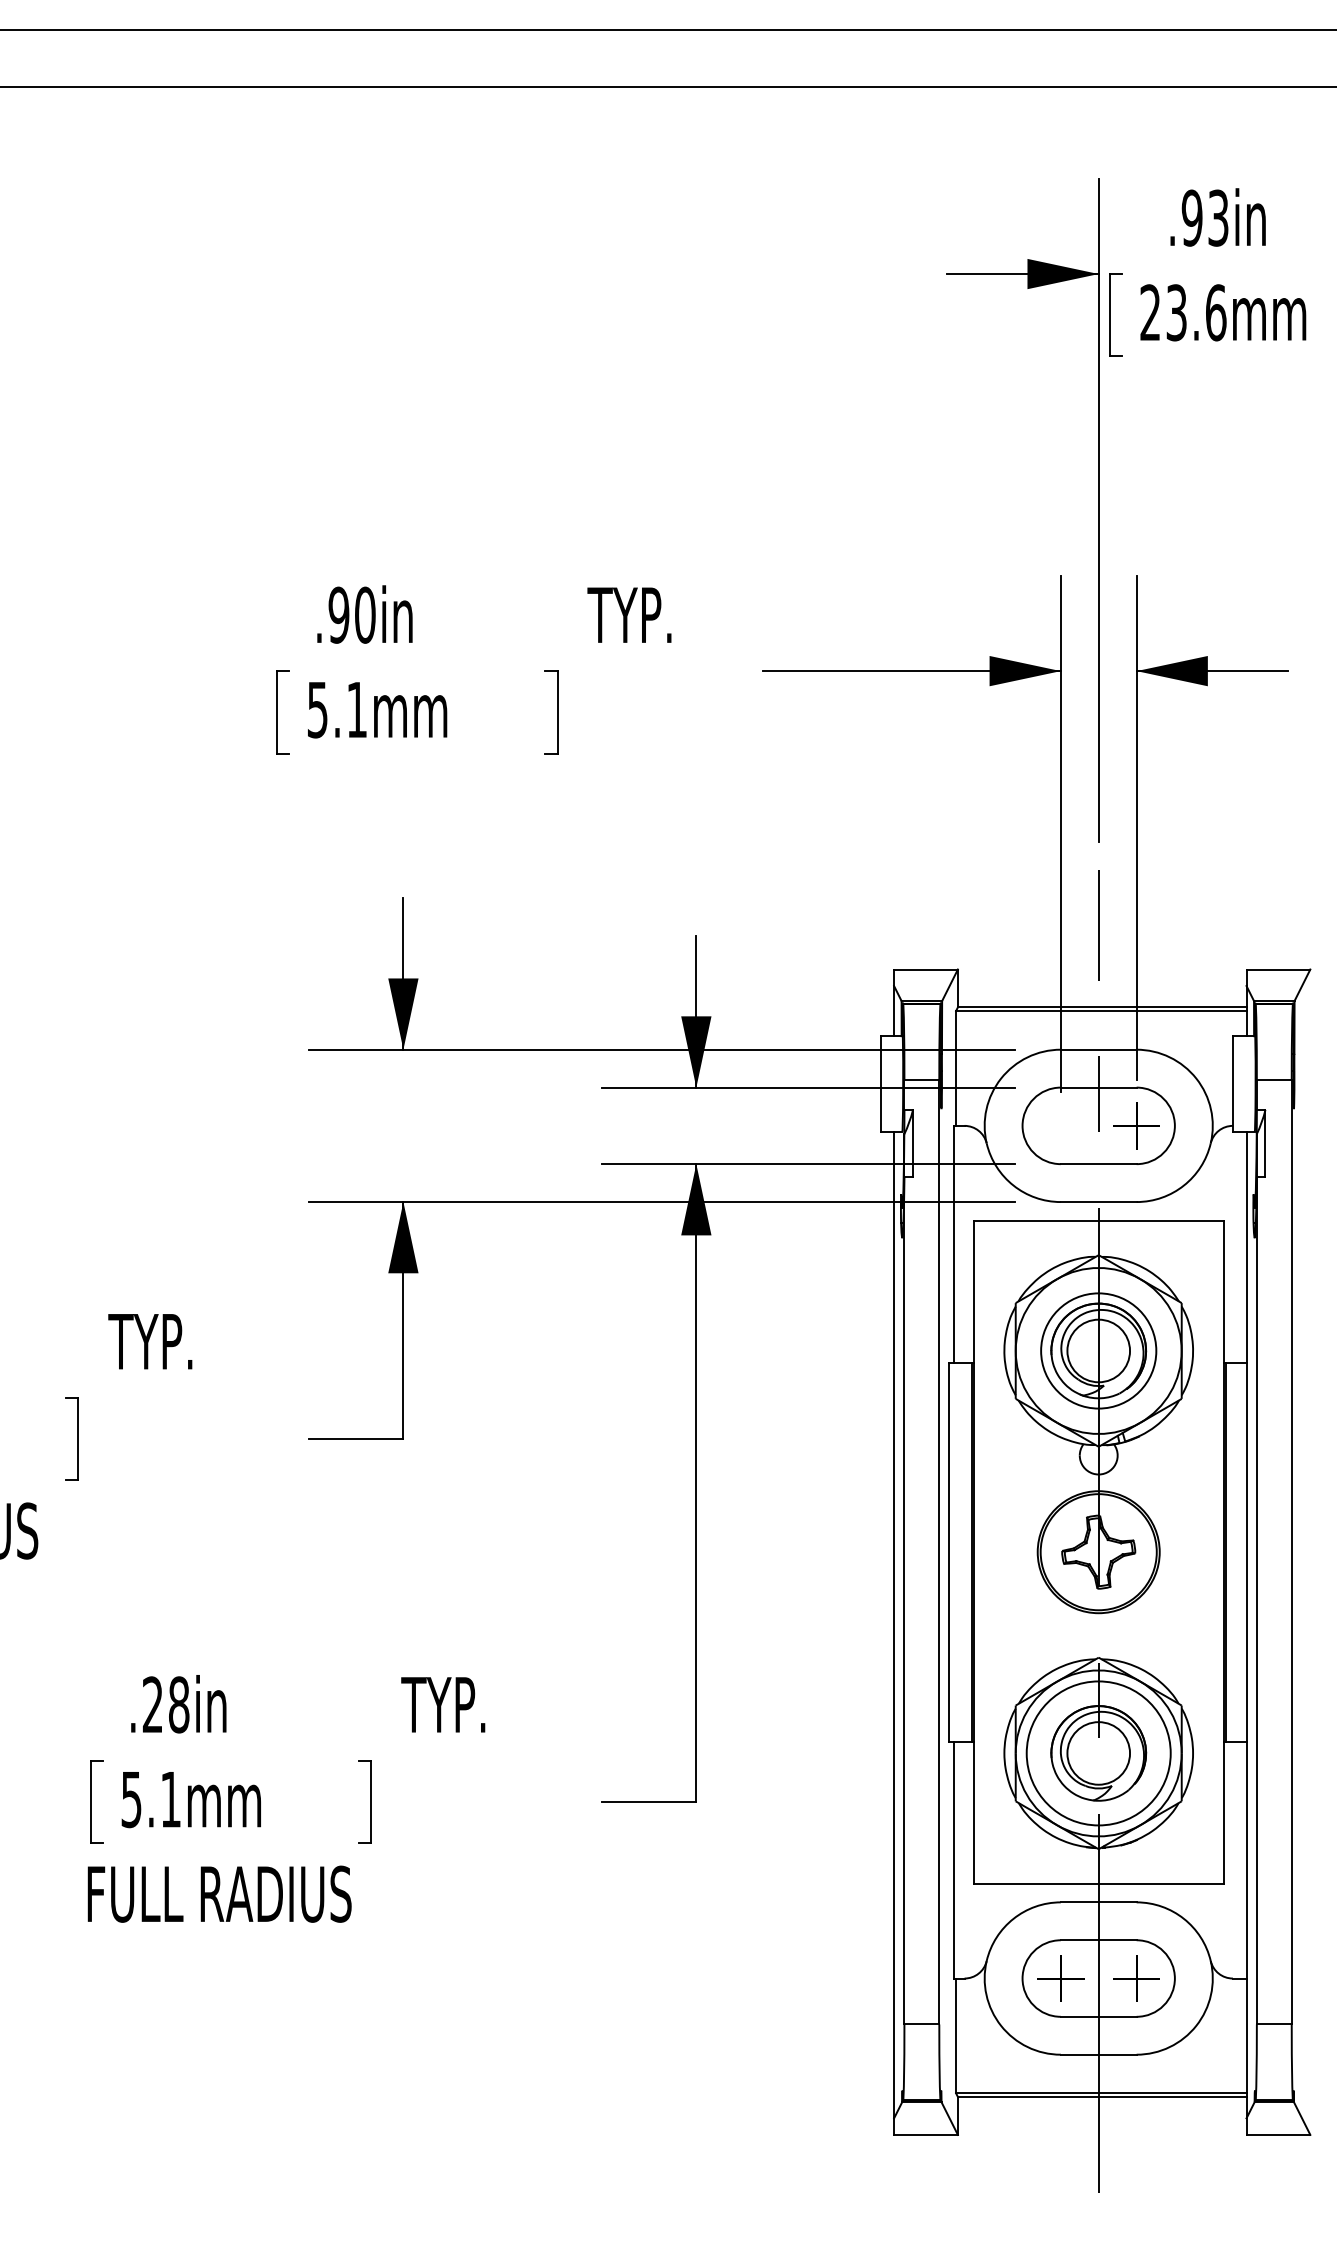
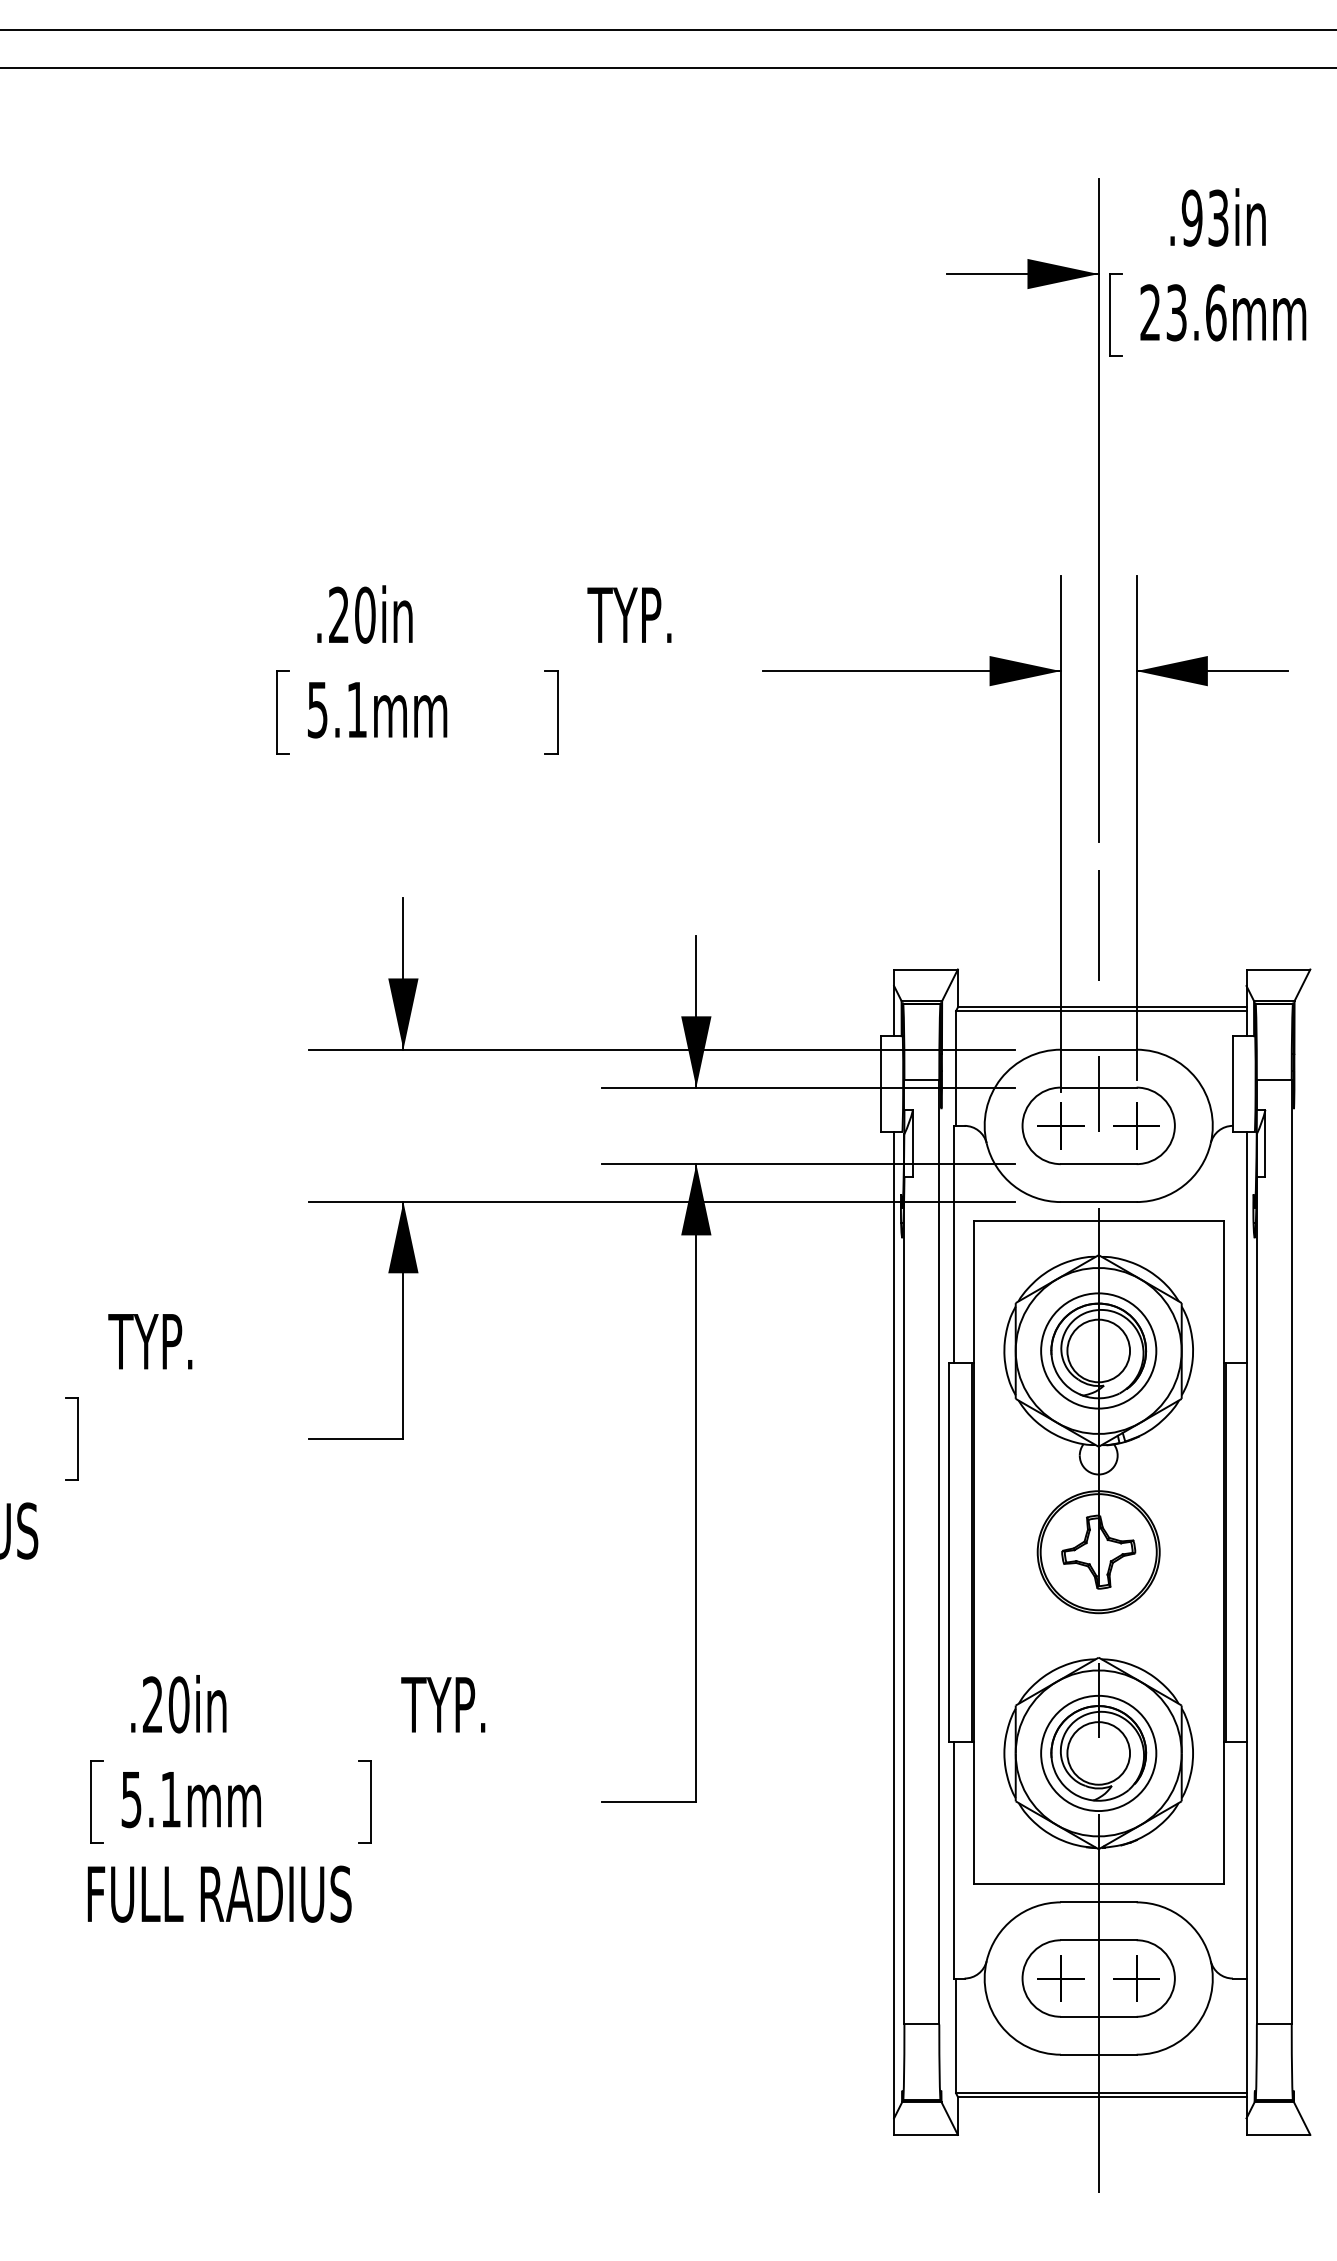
line at (667, 86) position: (667, 86) -> (667, 67)
text at (338, 614): .90in -> .20in
part at (1060, 1125): none -> present
text at (178, 1704): .28in -> .20in
circle at (1098, 1753) diameter: 144 px -> 115 px
